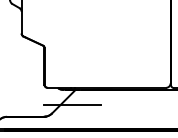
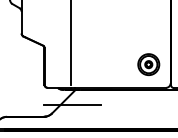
line at (71, 43): none -> present
part at (148, 64): none -> present
